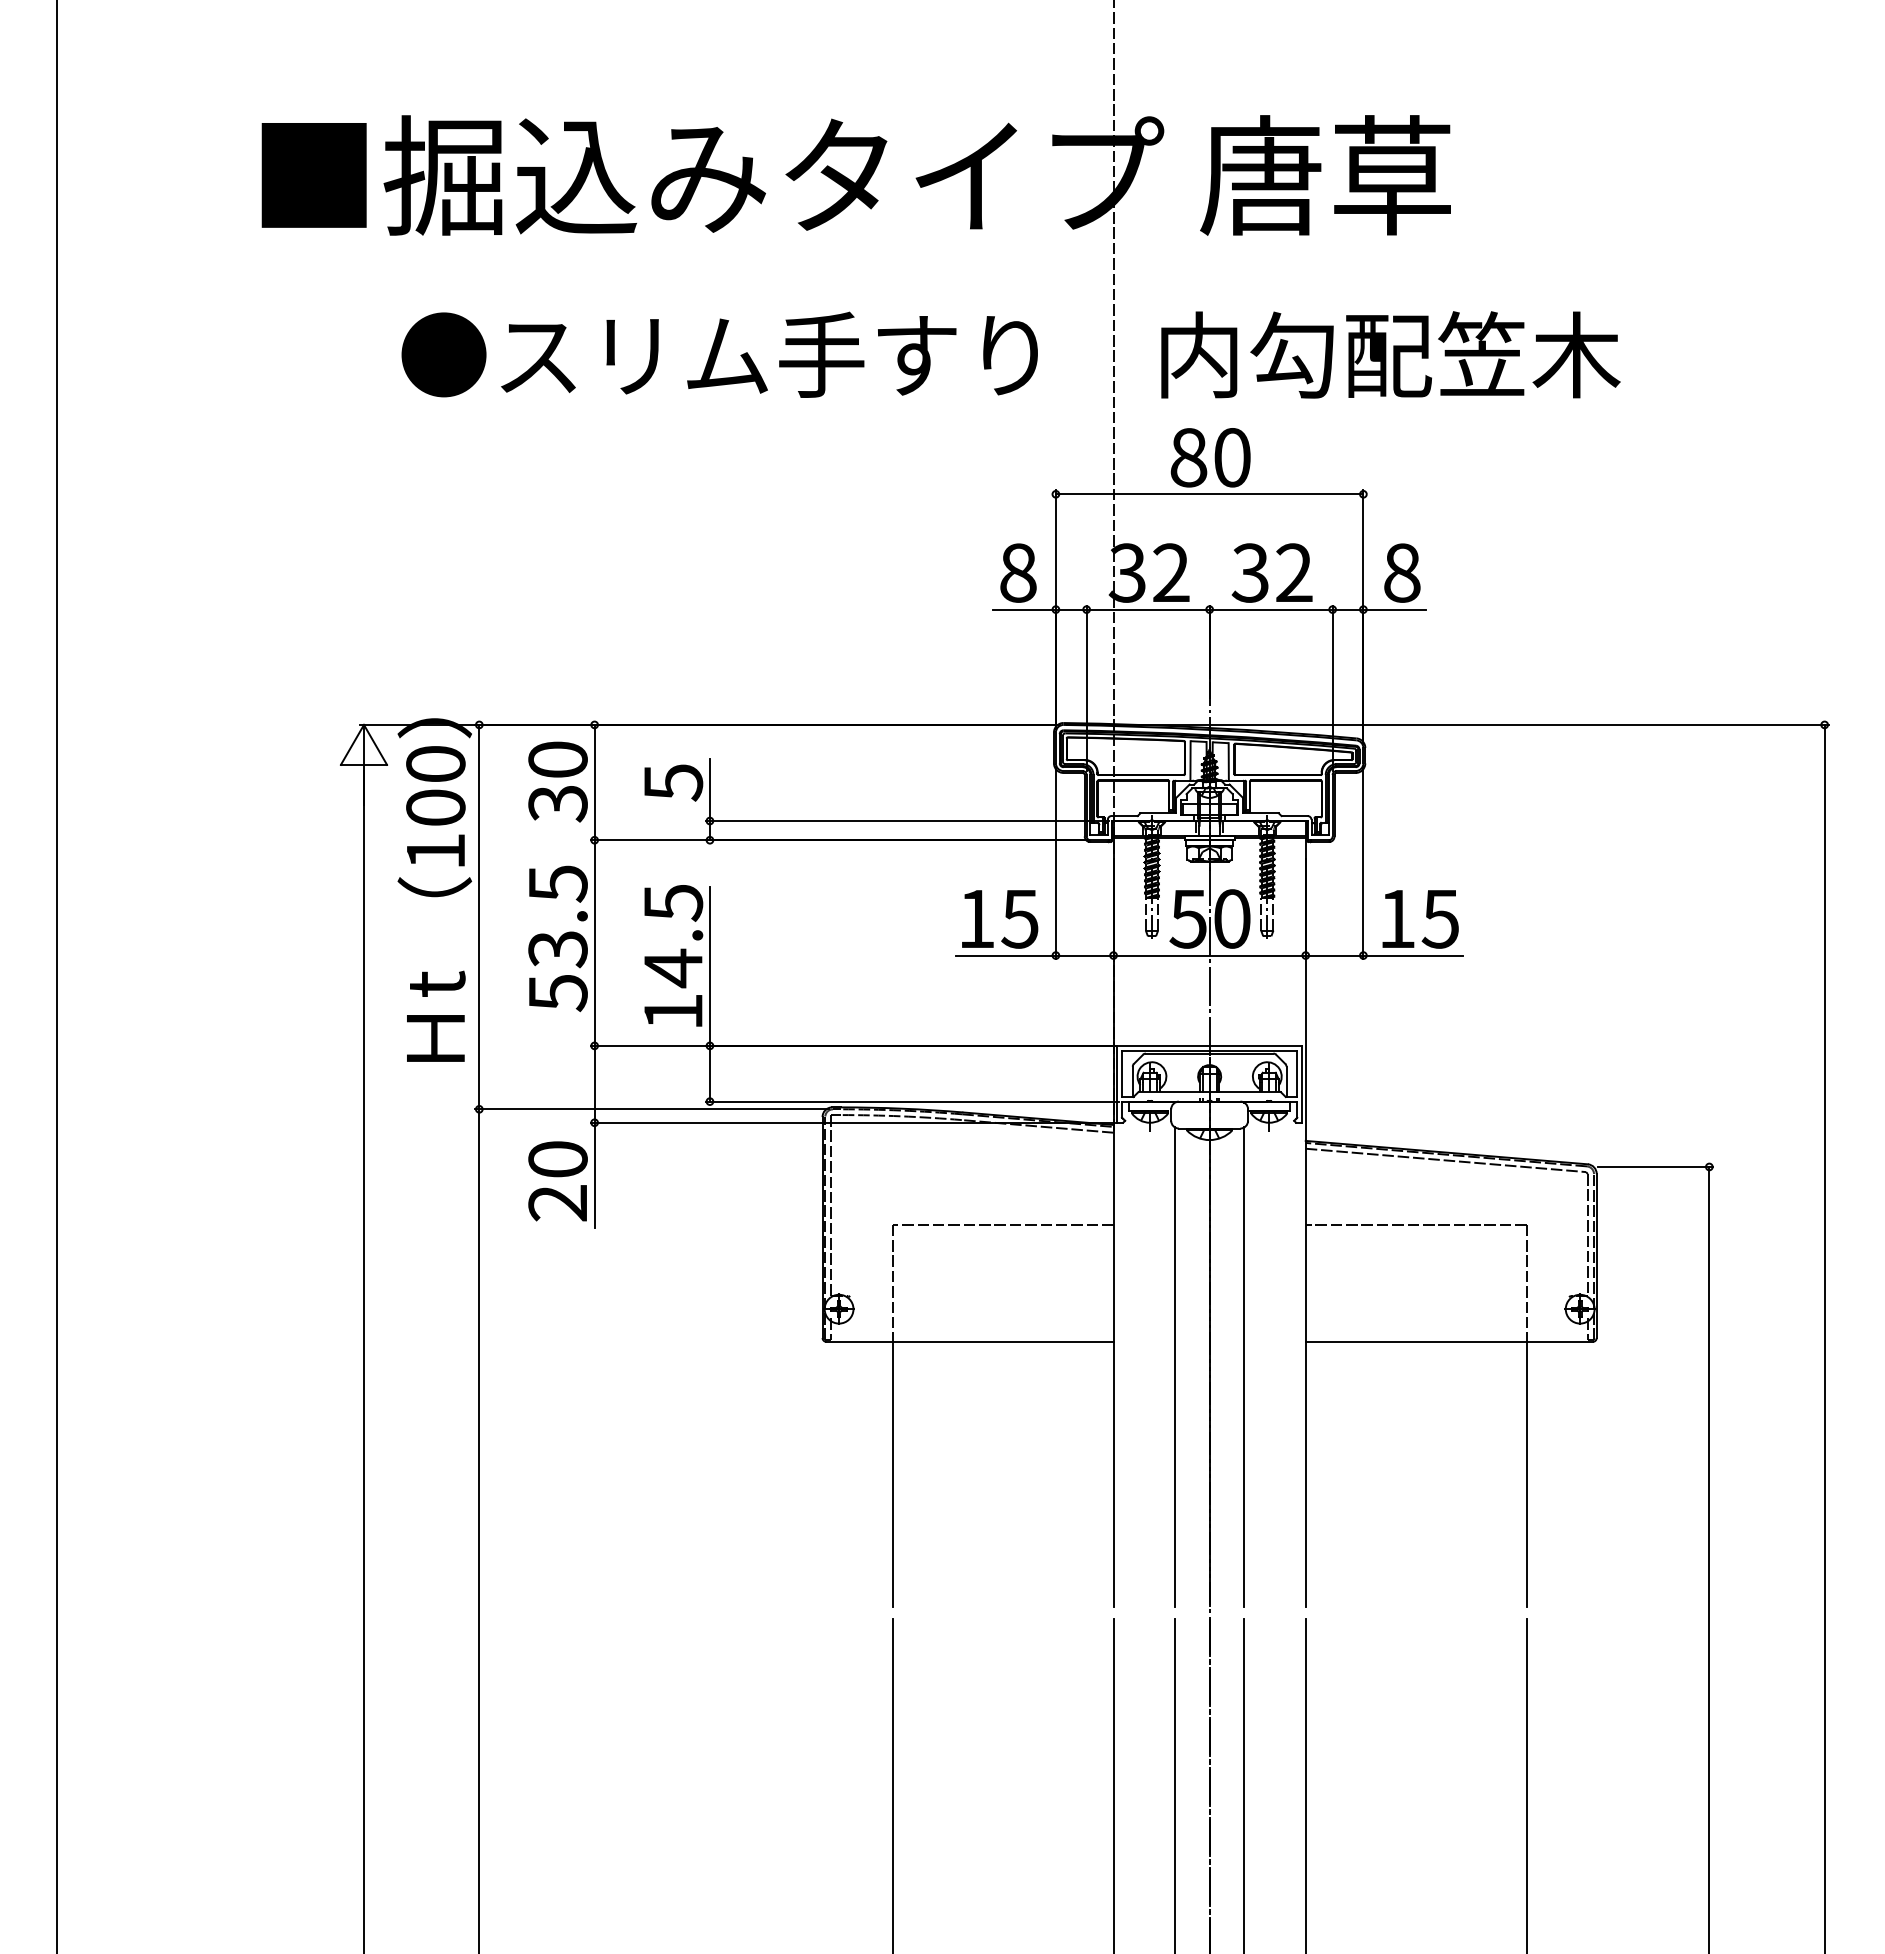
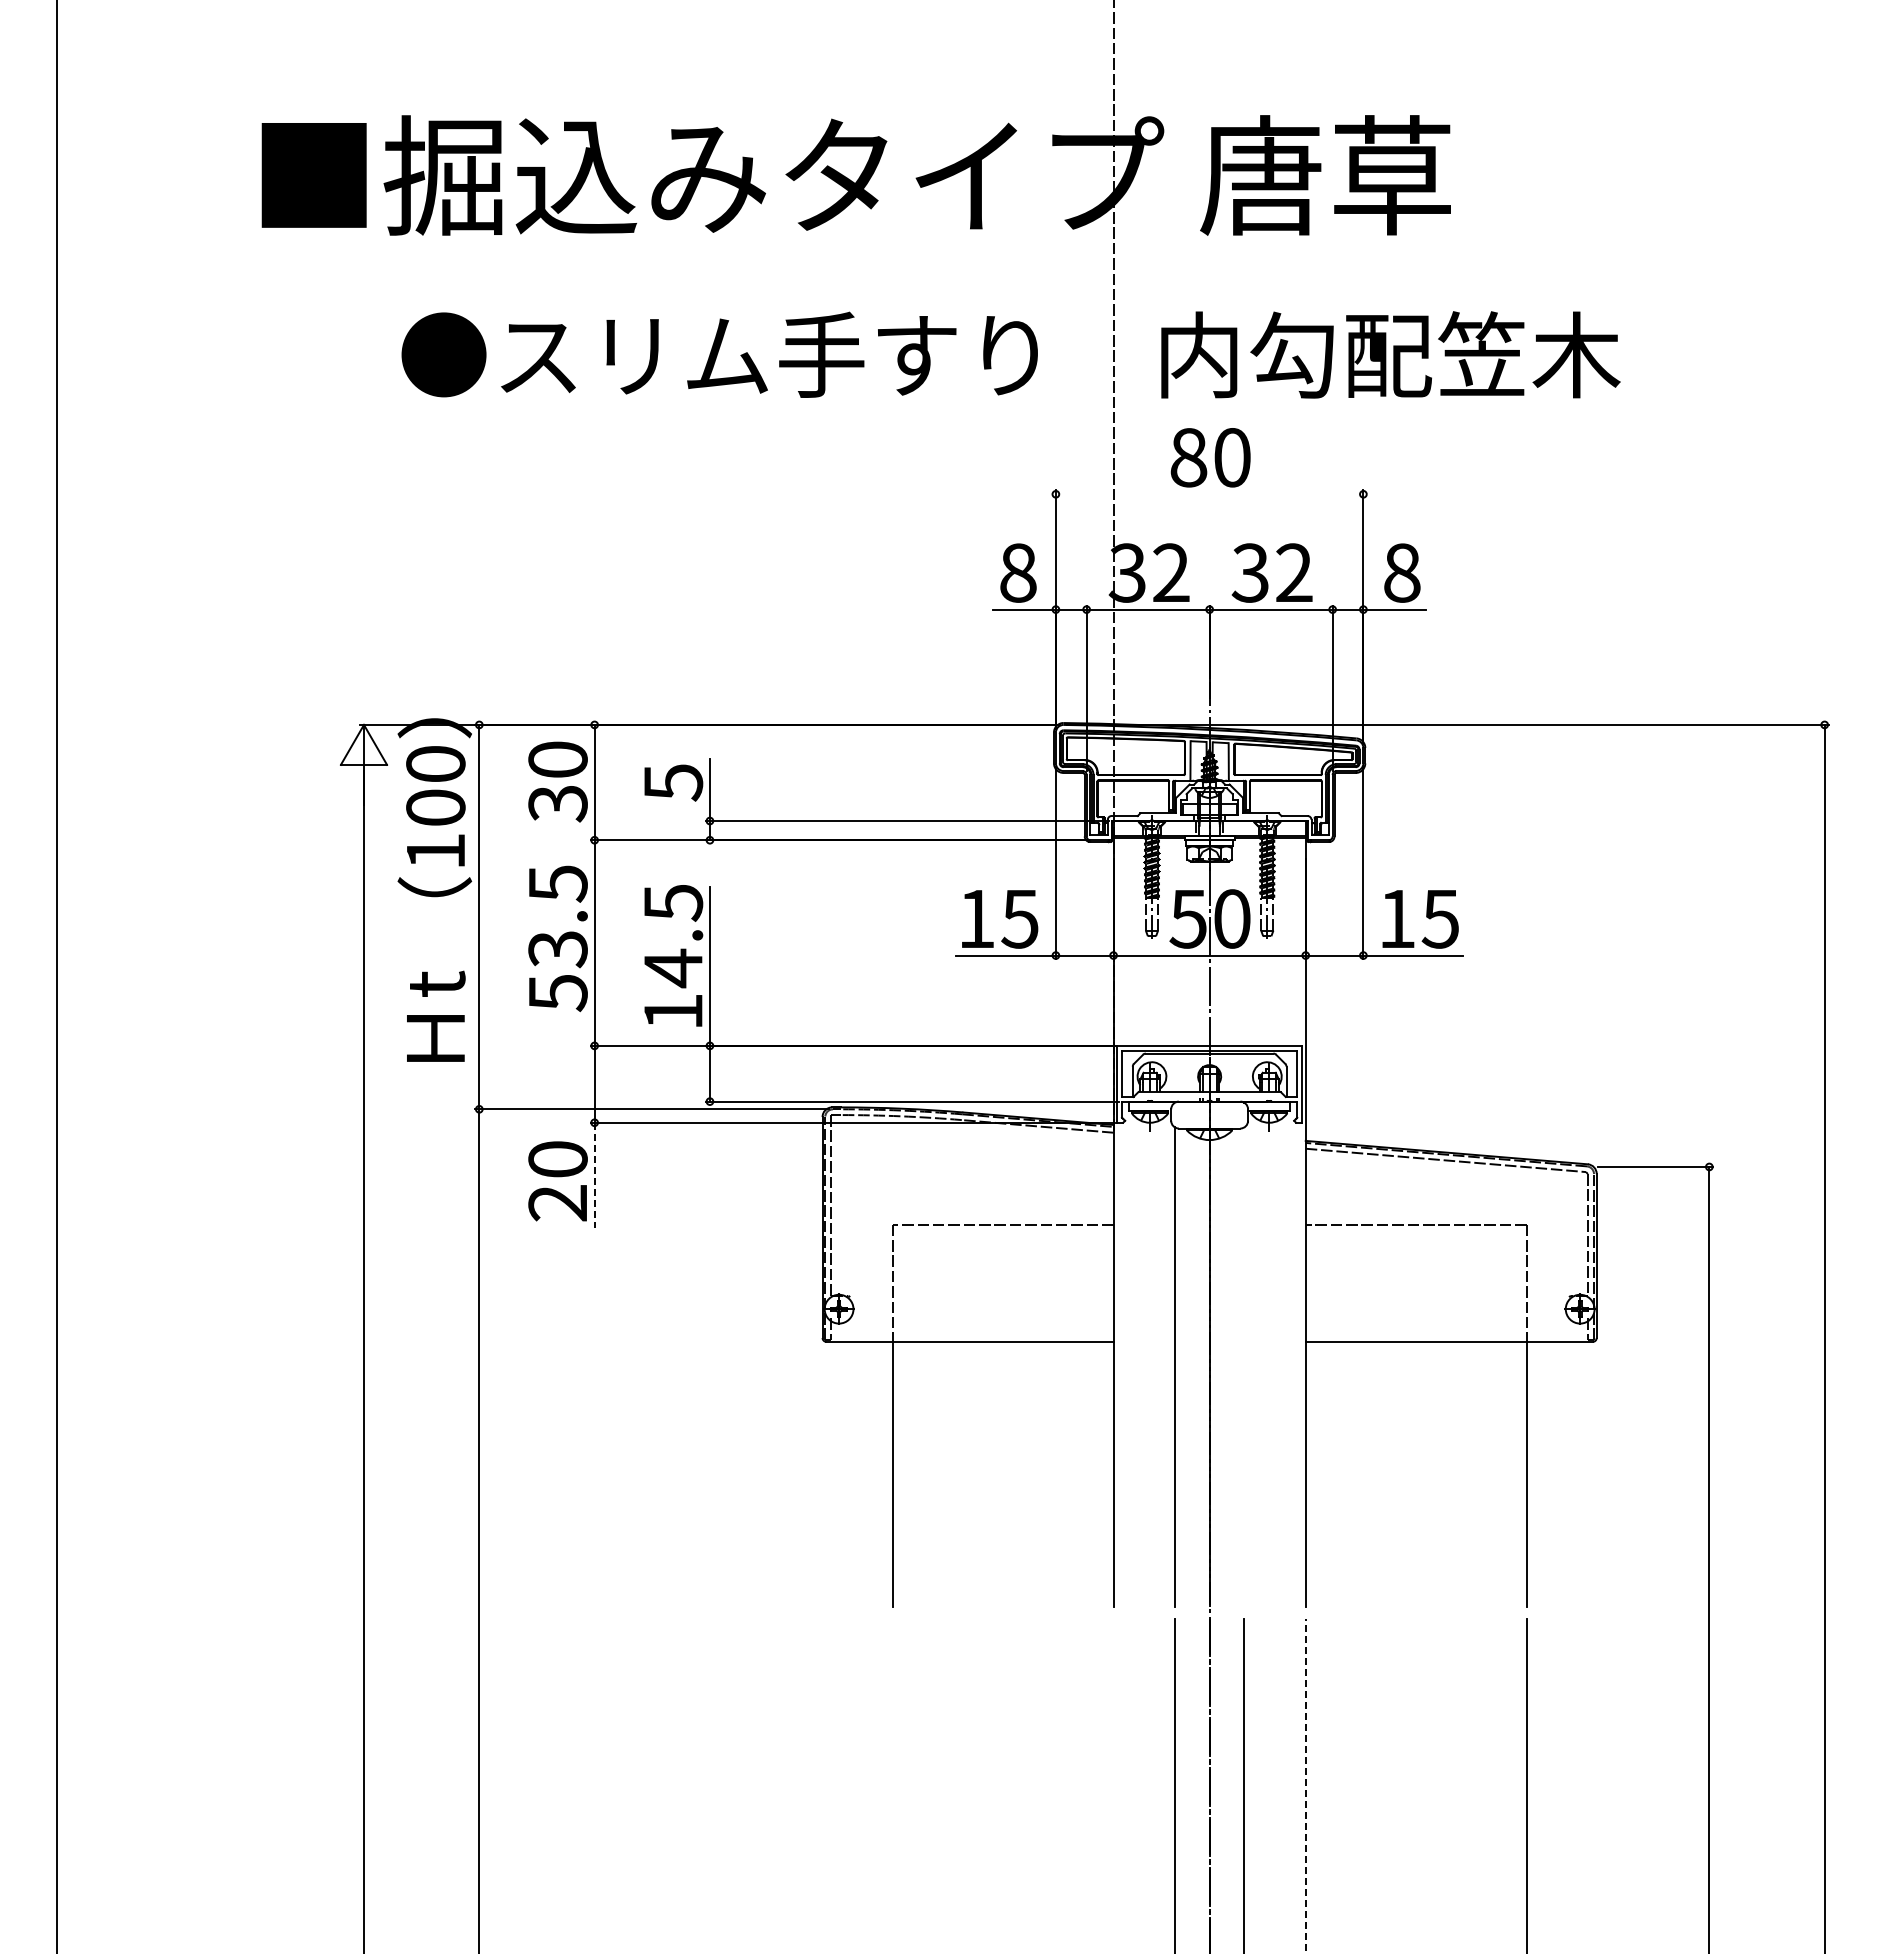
line at (1209, 494): present -> none
line at (594, 1175): solid -> dashed
line at (1244, 1367): present -> none
line at (892, 1784): present -> none
line at (1113, 1784): present -> none
line at (1305, 1785): solid -> dashed
